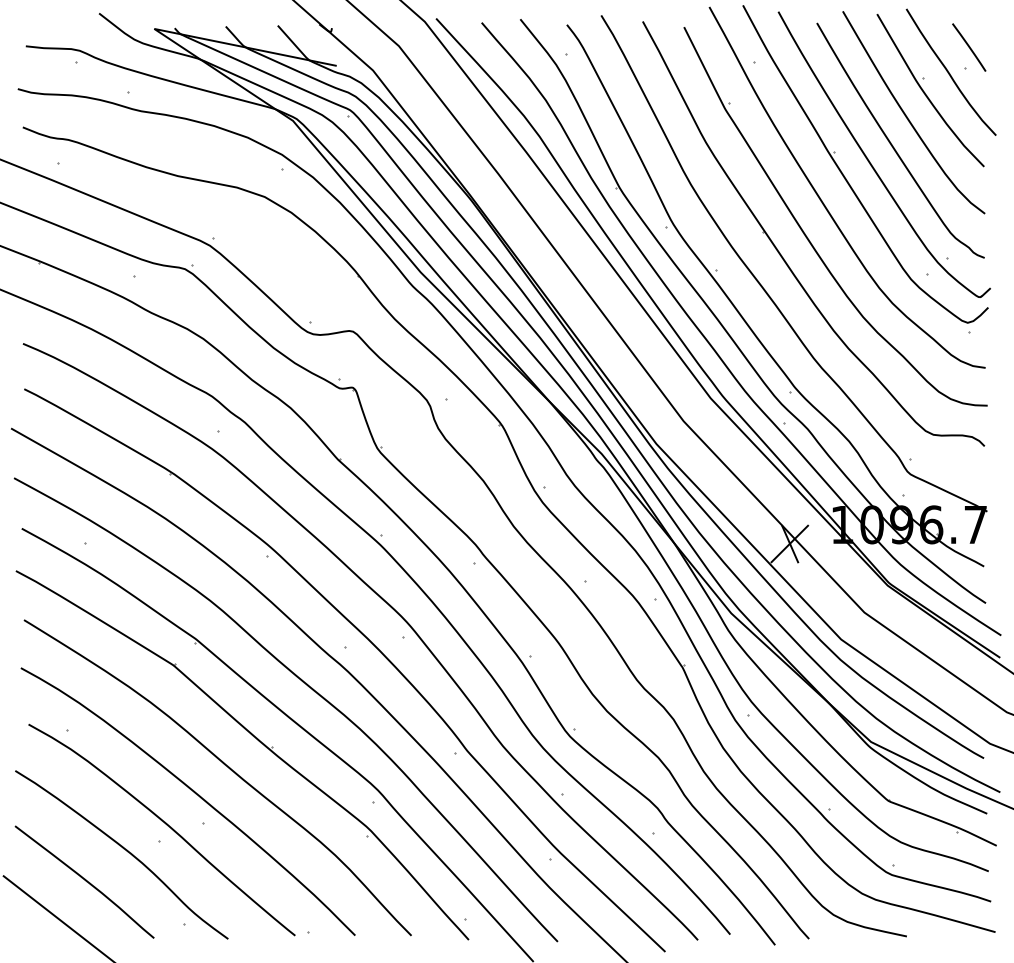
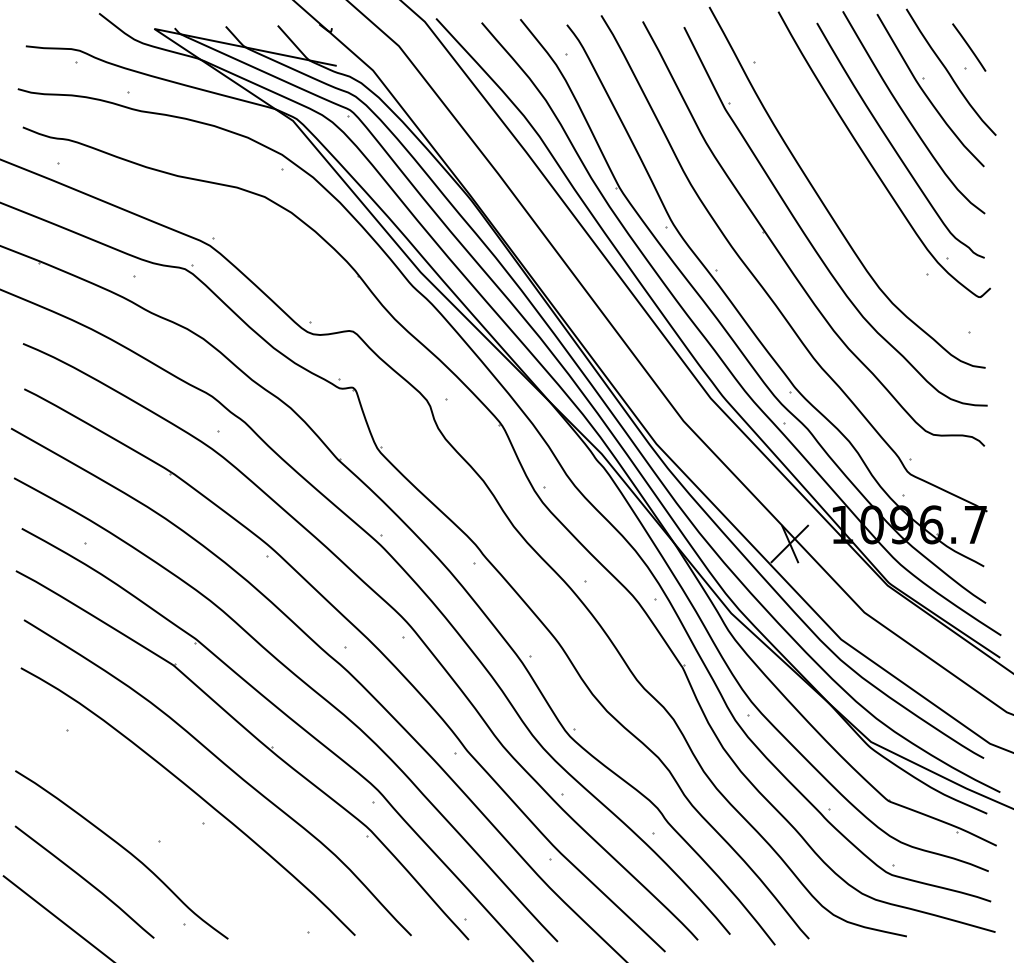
part at (845, 176): present -> none
curve at (165, 824): present -> none
